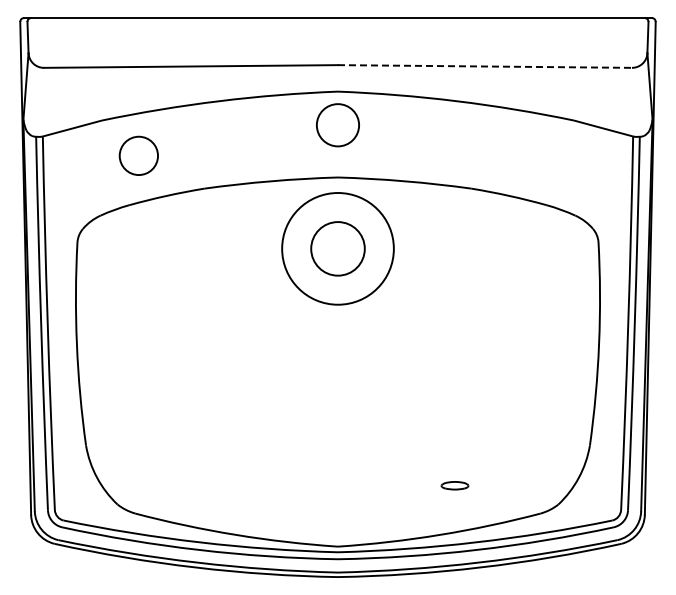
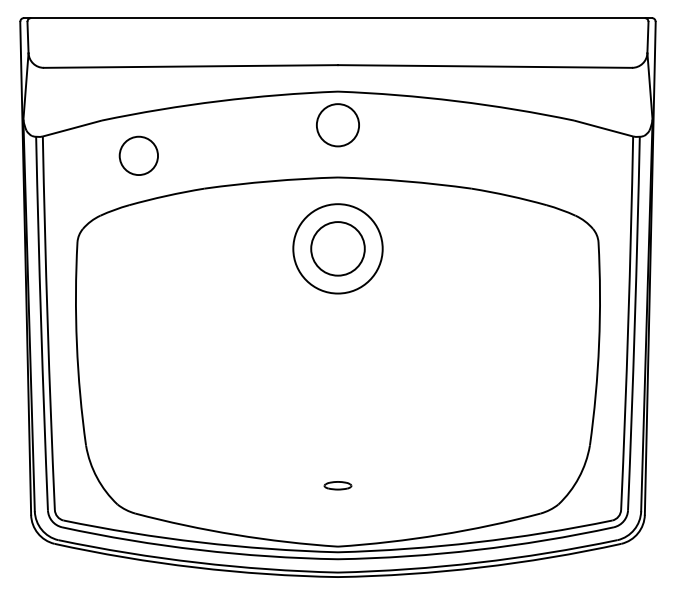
line at (484, 66): dashed -> solid
circle at (337, 248) diameter: 112 px -> 89 px
part at (454, 485) position: (454, 485) -> (337, 485)
